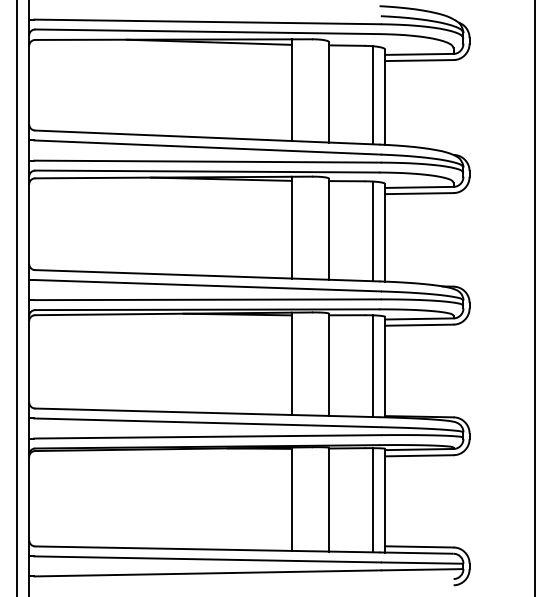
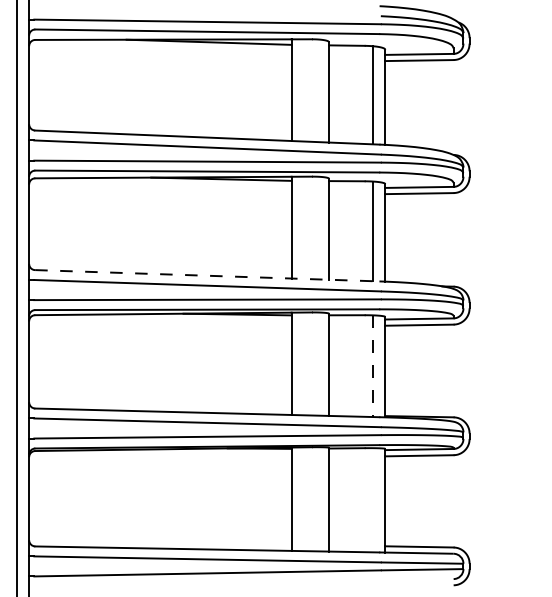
line at (207, 275): solid -> dashed
line at (535, 297): present -> none
line at (372, 366): solid -> dashed
line at (372, 500): present -> none
